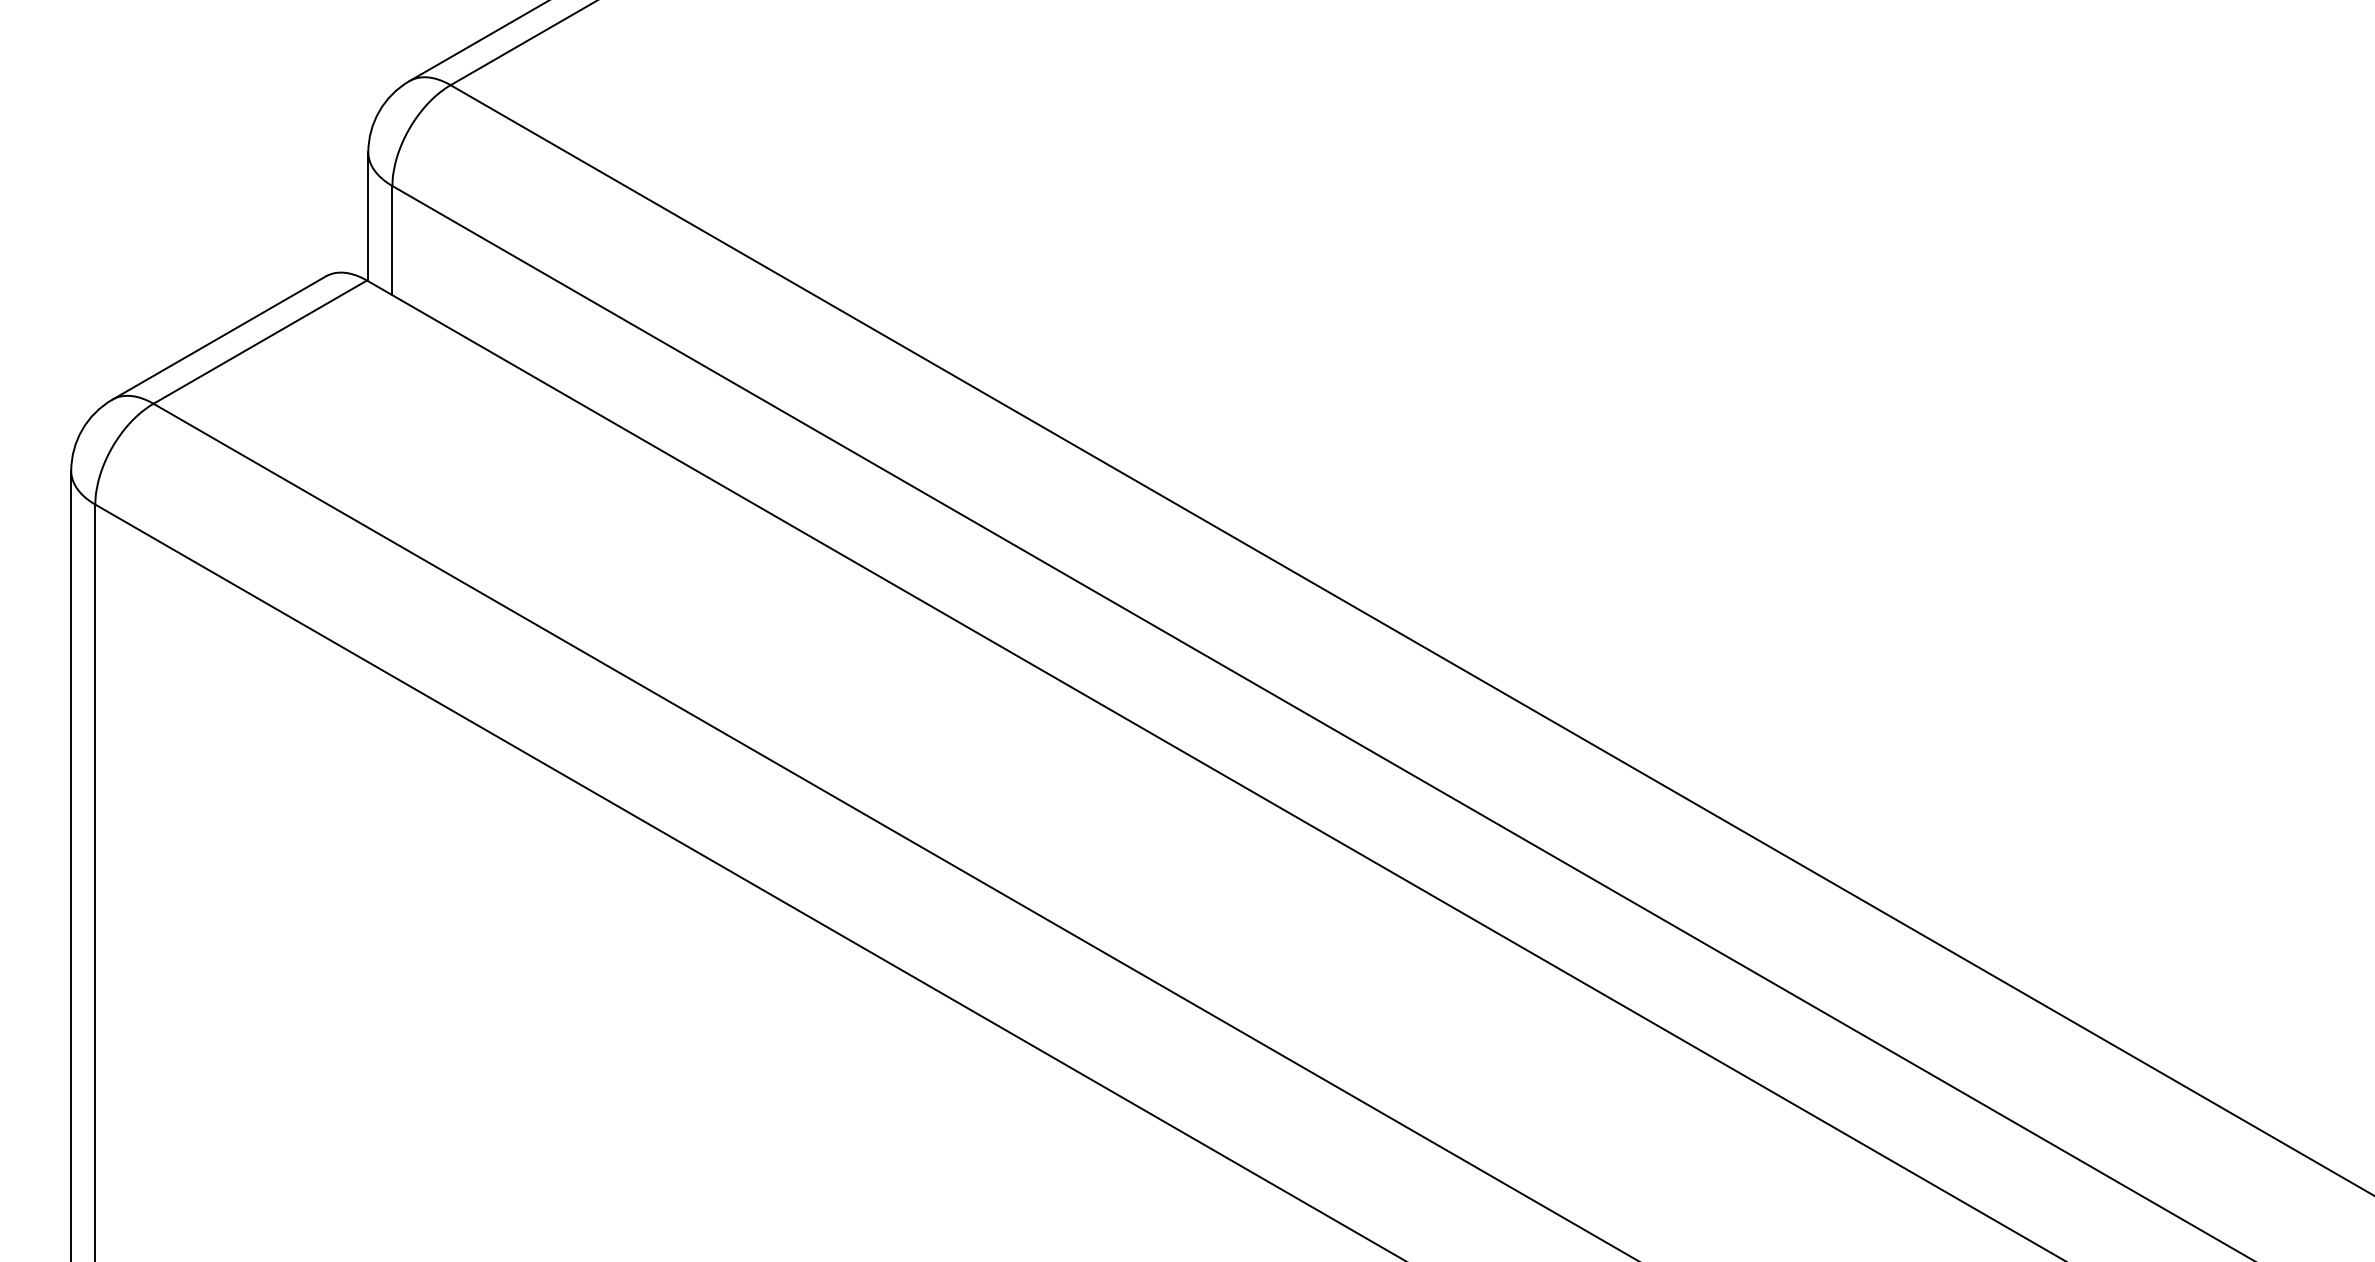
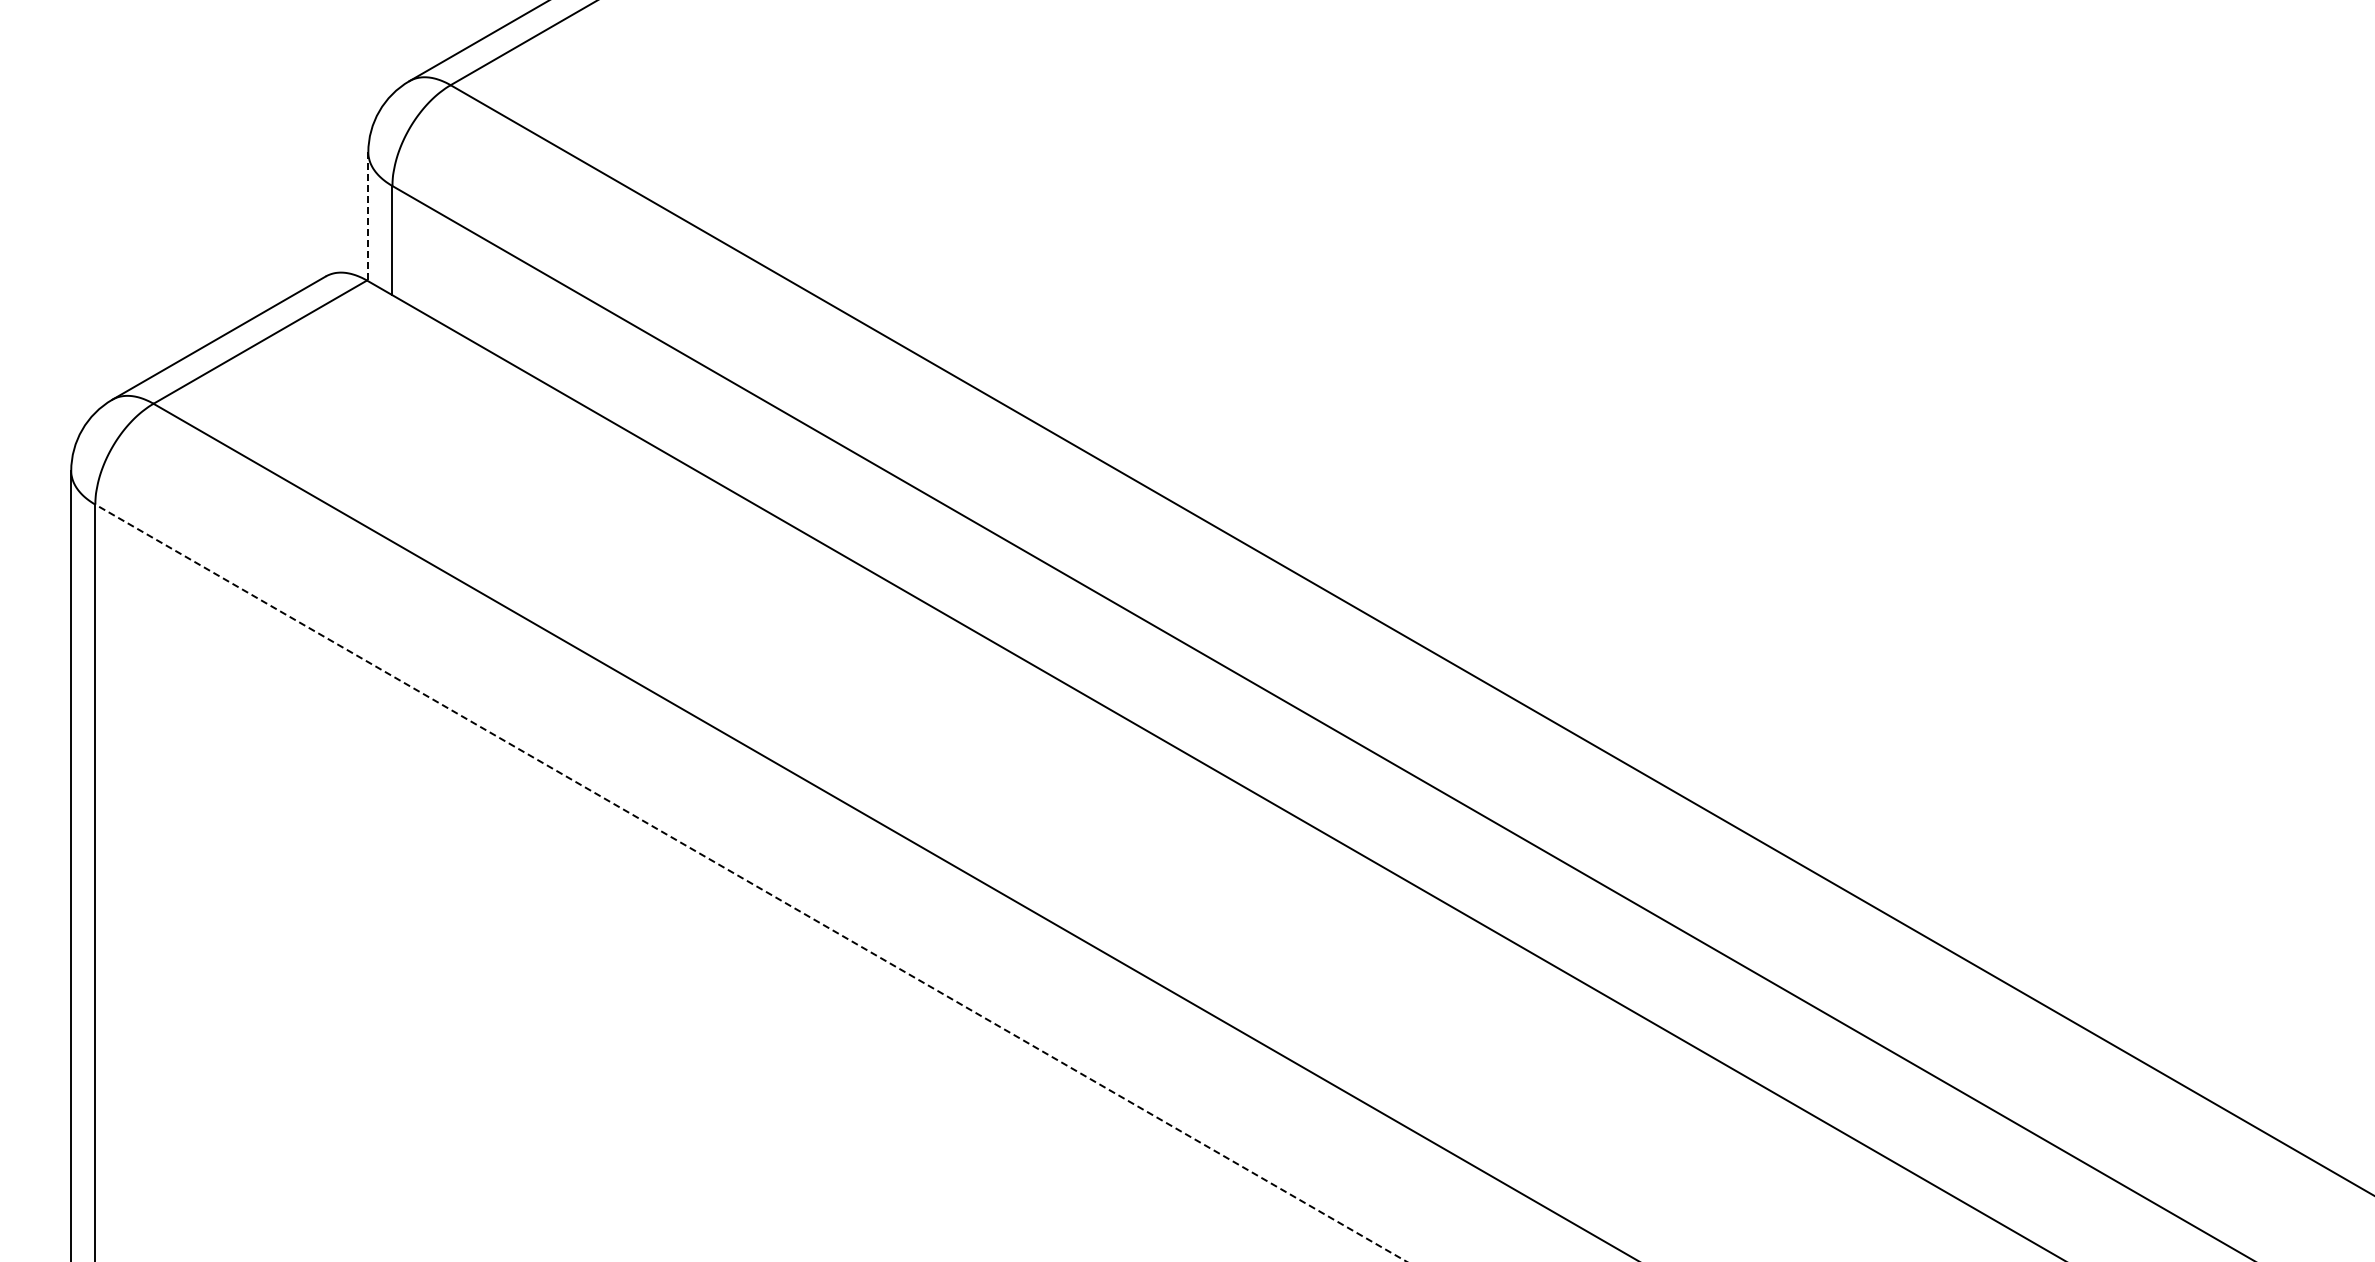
line at (368, 217): solid -> dashed
line at (750, 883): solid -> dashed
